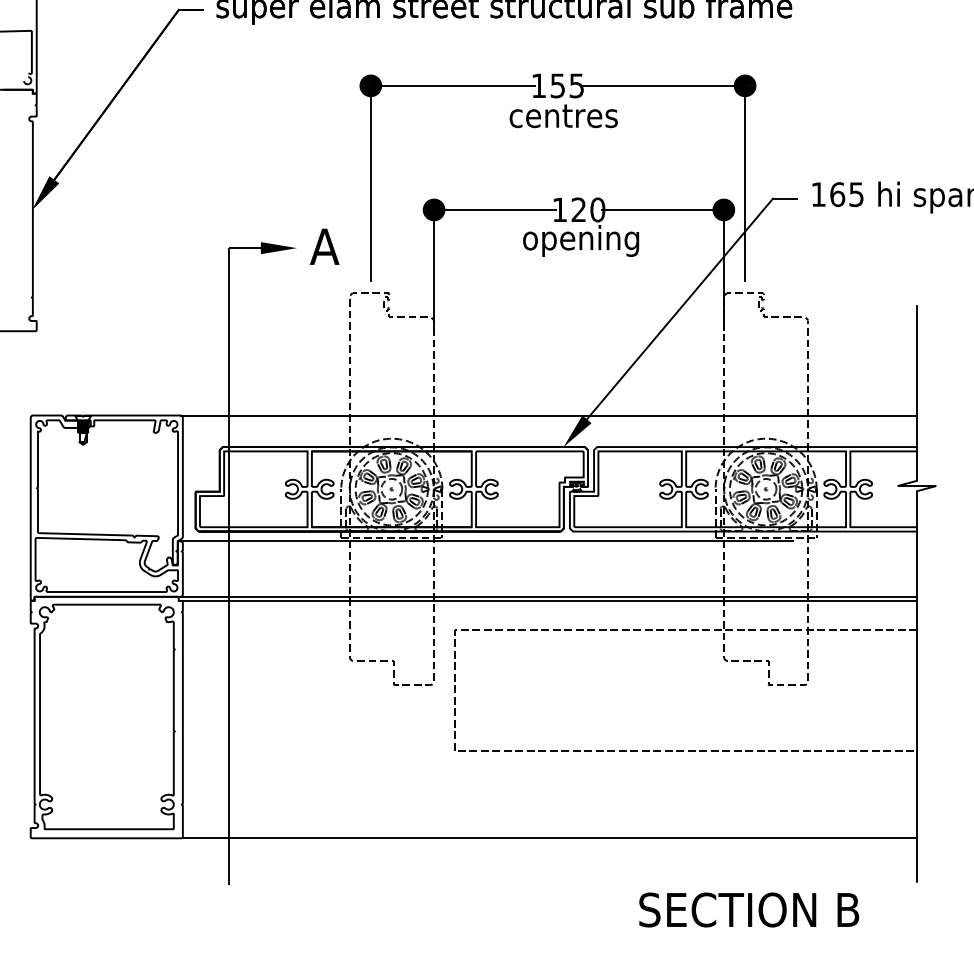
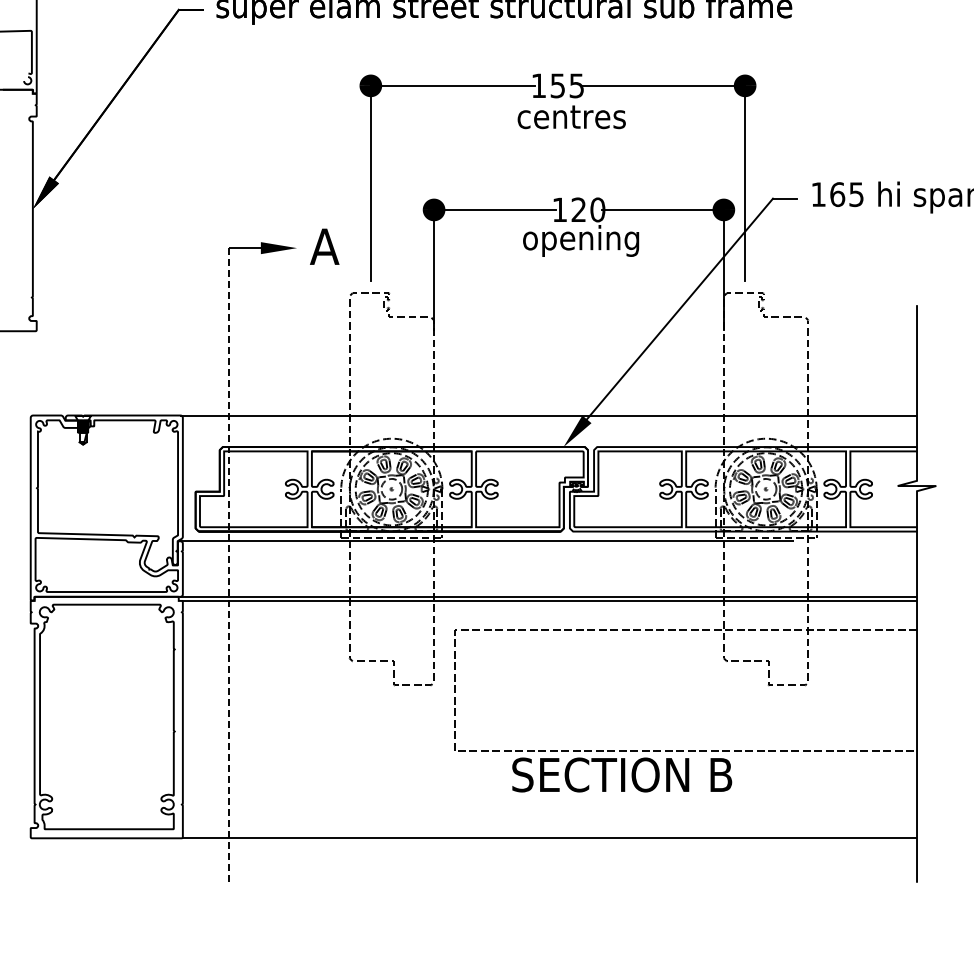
text at (563, 116) position: (563, 116) -> (571, 117)
line at (228, 566): solid -> dashed
text at (749, 909) position: (749, 909) -> (622, 774)
